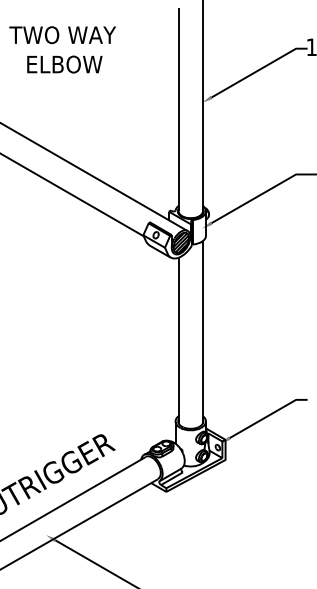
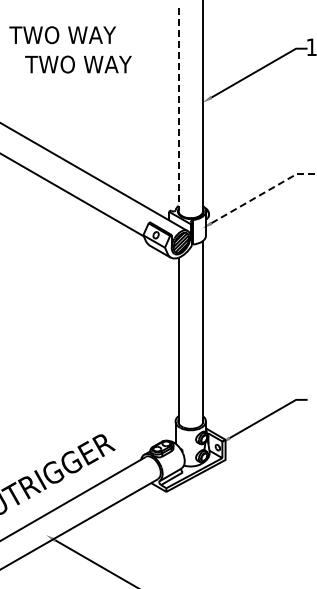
text at (78, 64): ELBOW -> TWO WAY
line at (178, 109): solid -> dashed
line at (263, 193): solid -> dashed
